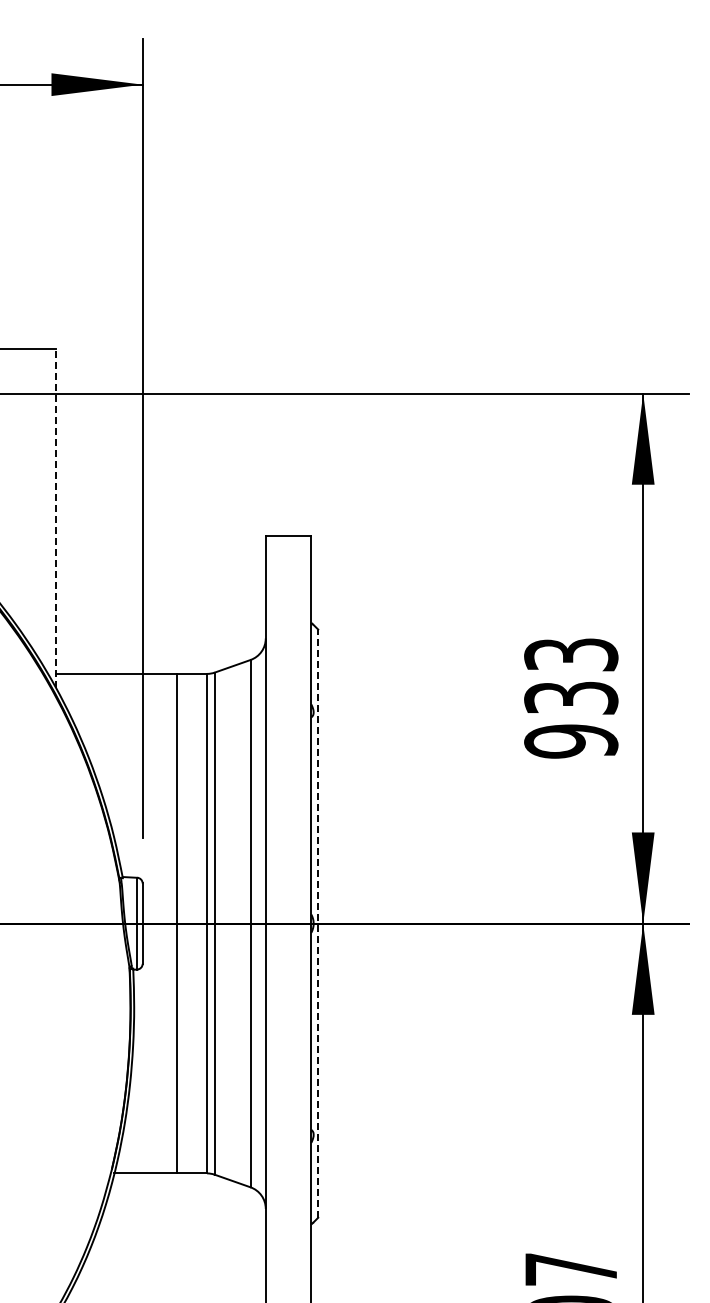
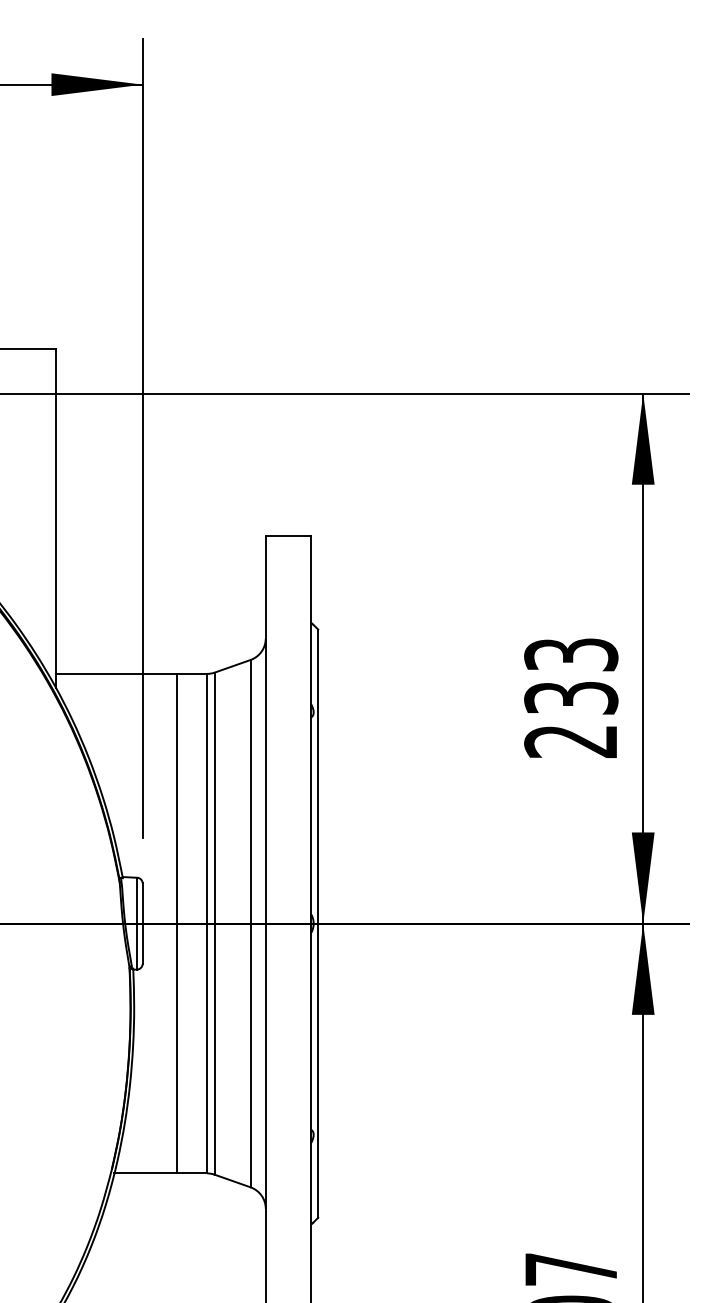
line at (56, 518): dashed -> solid
text at (571, 741): 933 -> 233
line at (318, 923): dashed -> solid
